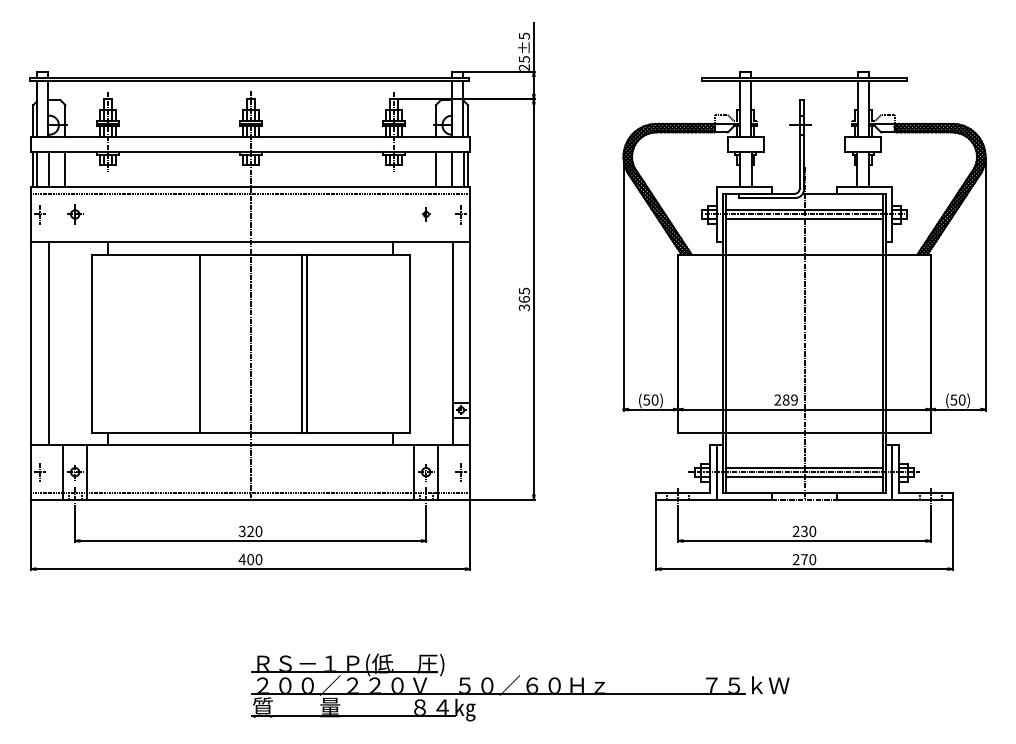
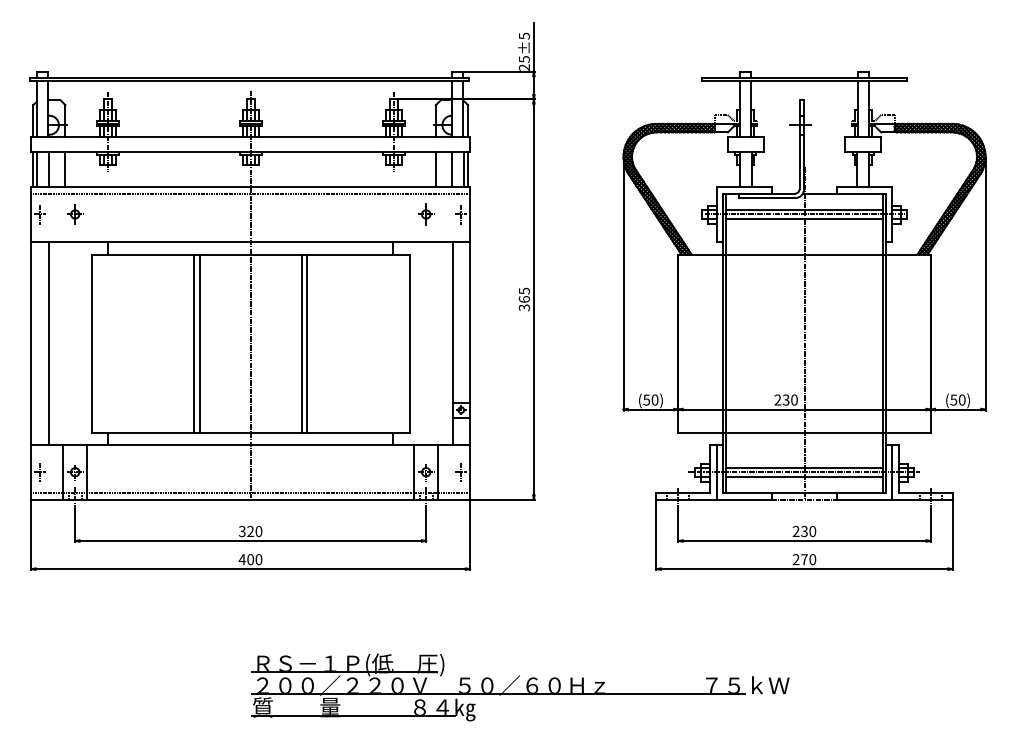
part at (426, 214) size: 9x15 px -> 17x23 px
line at (194, 343): none -> present
text at (789, 399): 289 -> 230
